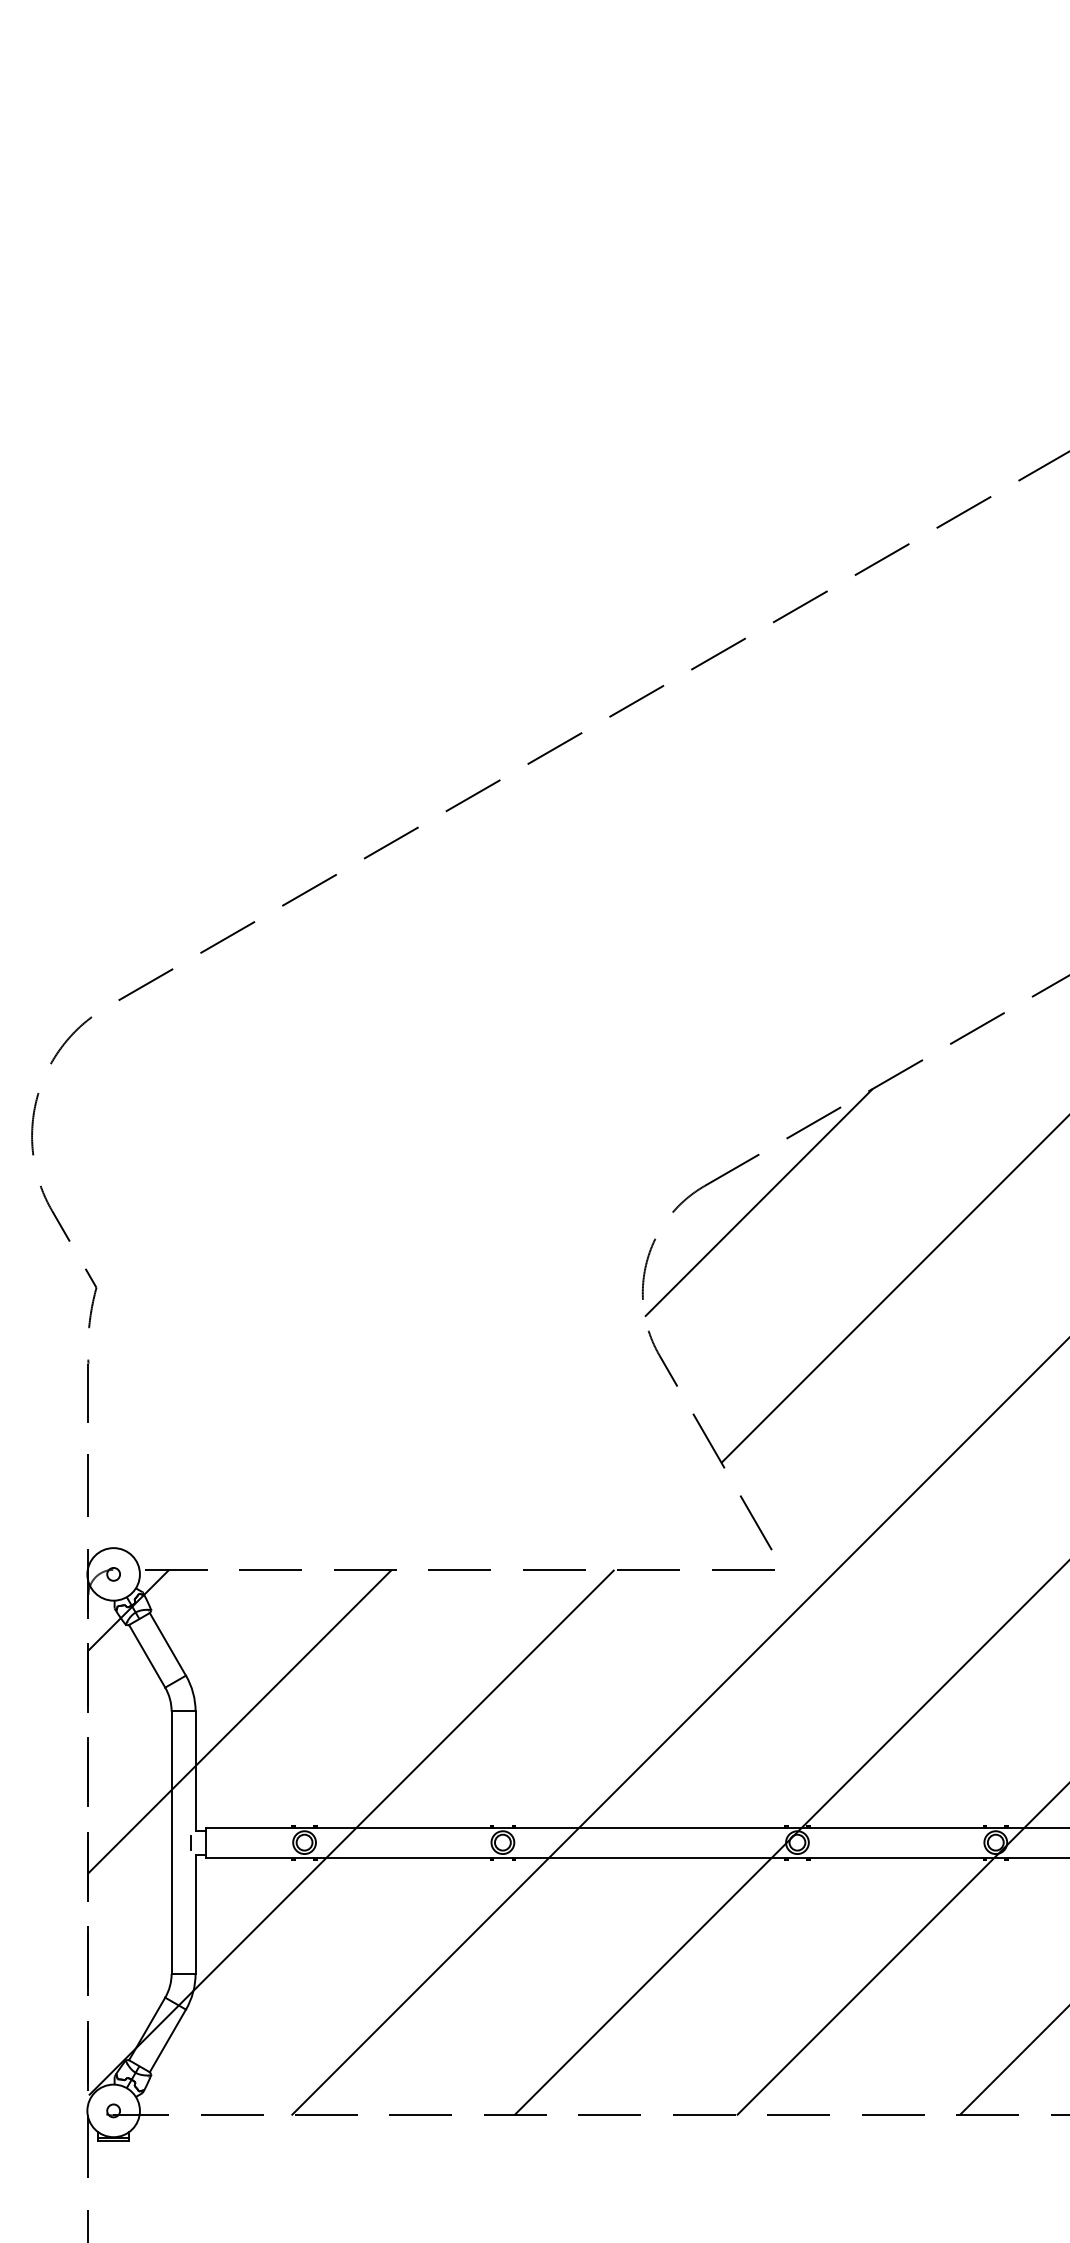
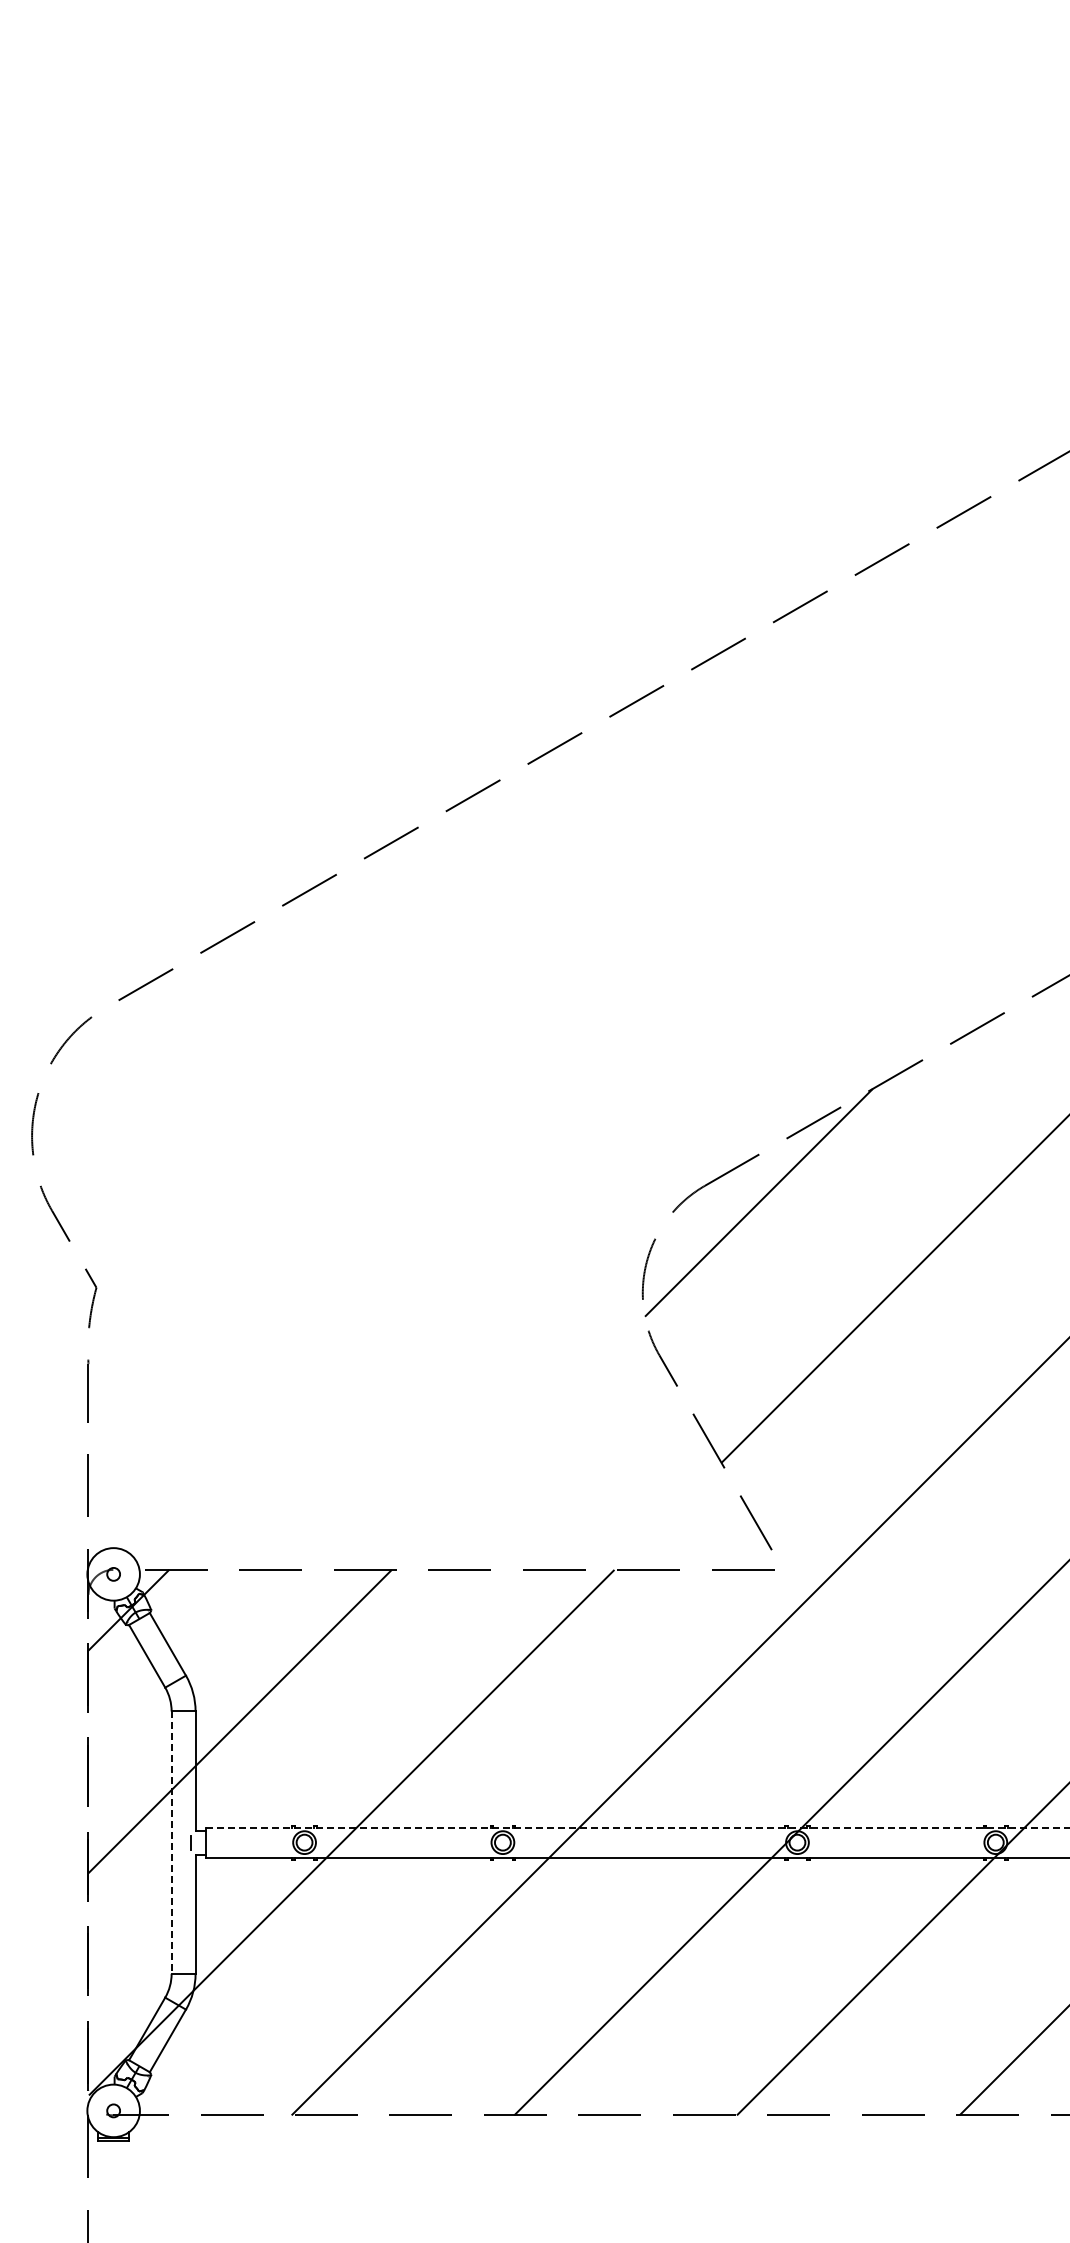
line at (638, 1827): solid -> dashed
line at (171, 1843): solid -> dashed
